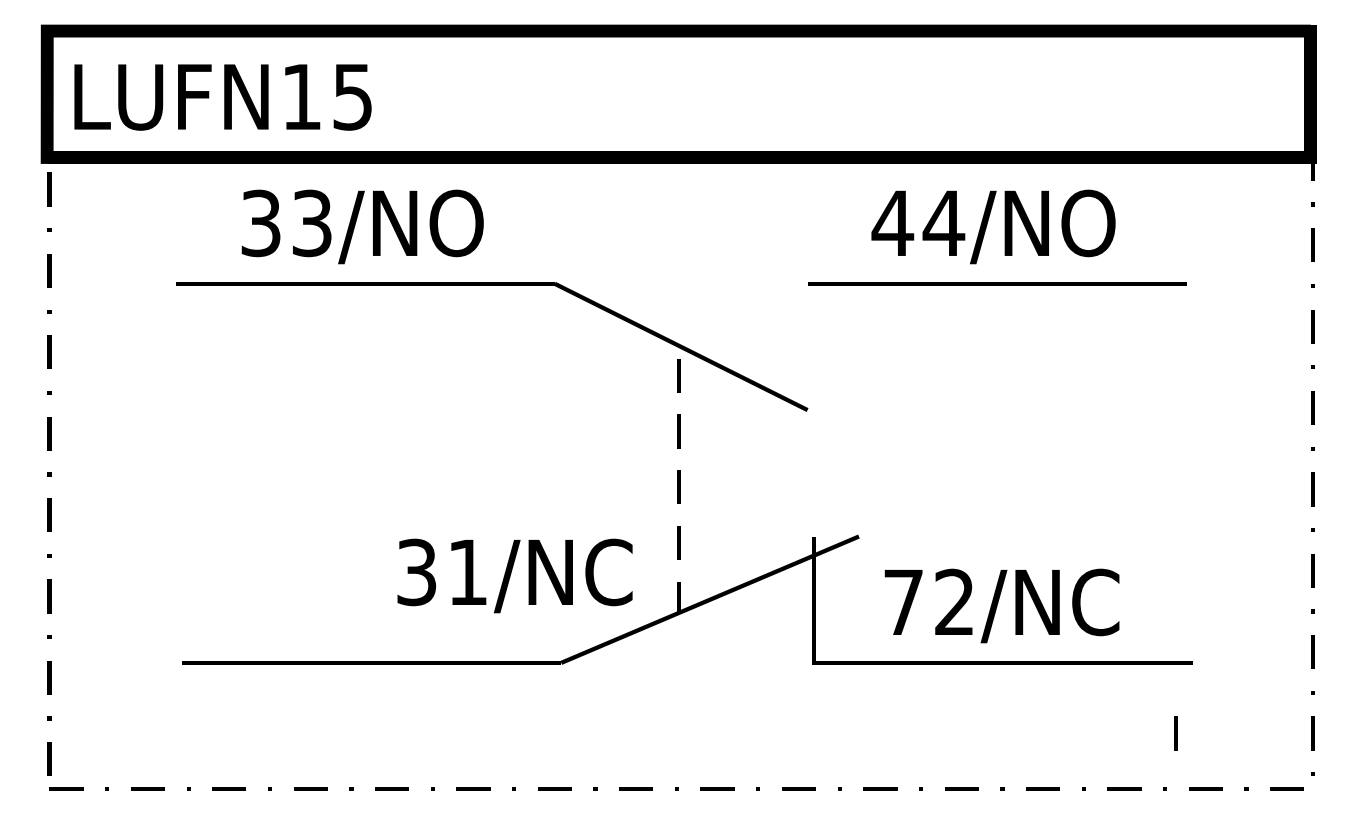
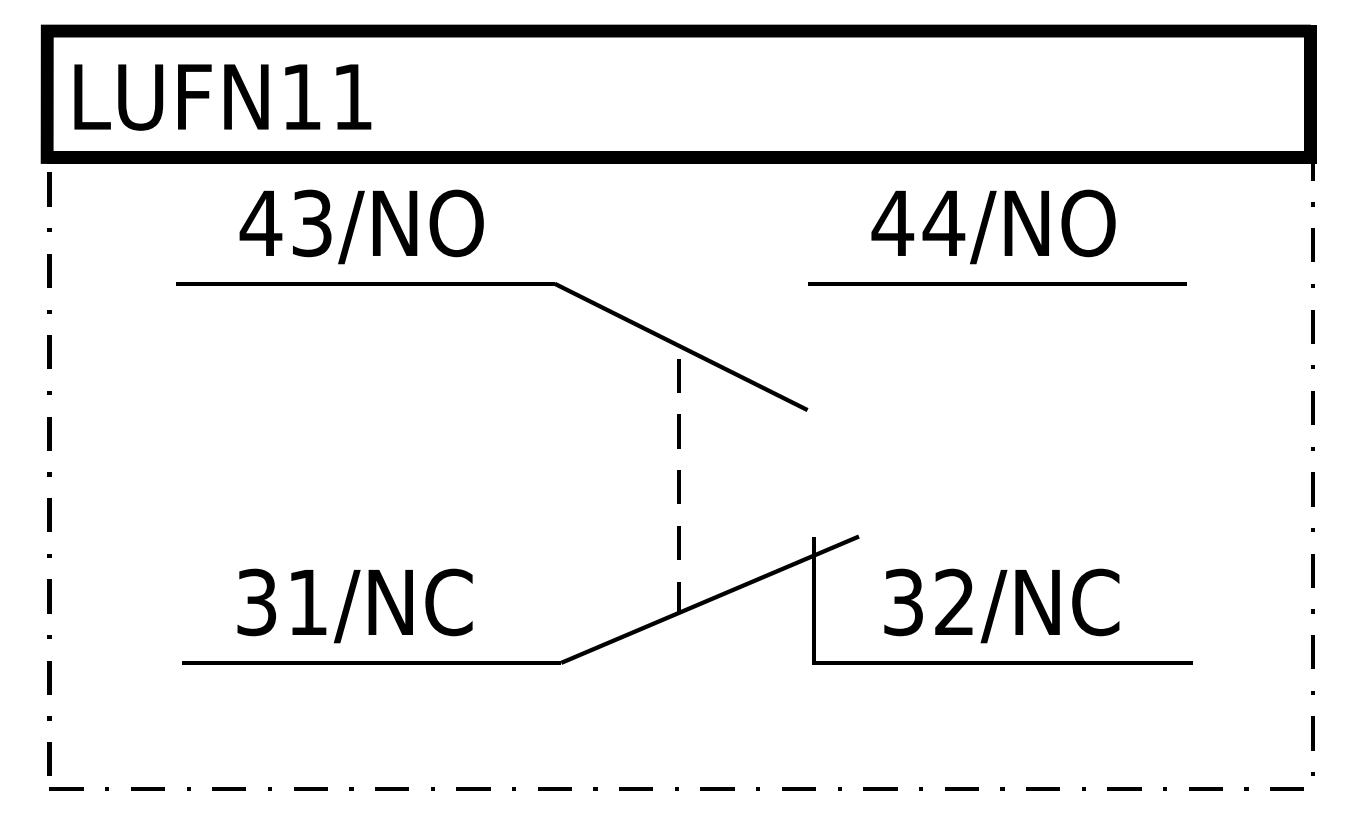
text at (352, 97): LUFN15 -> LUFN11
text at (260, 223): 33/NO -> 43/NO
text at (514, 575) position: (514, 575) -> (354, 605)
text at (903, 602): 72/NC -> 32/NC
line at (1175, 733): present -> none
